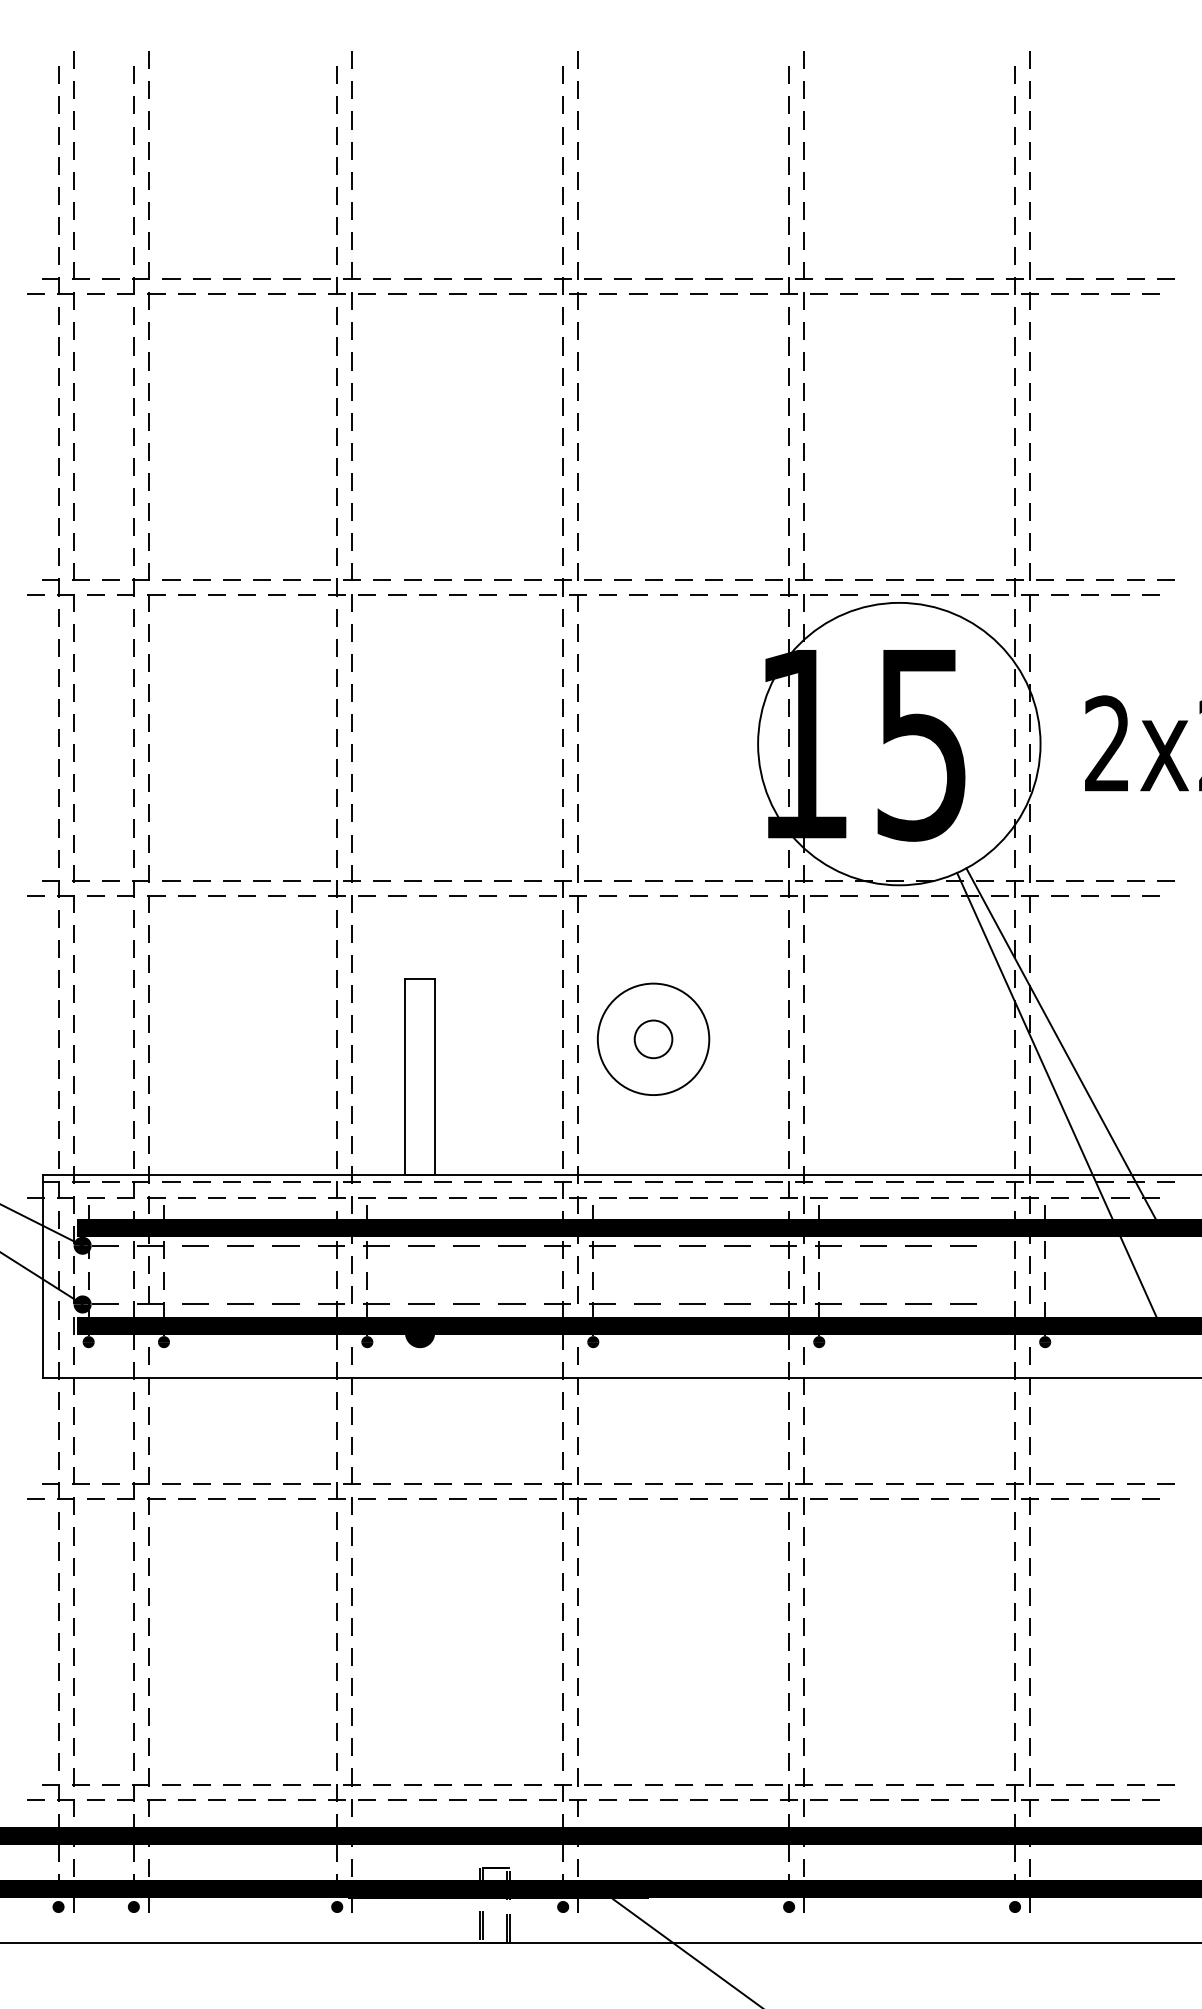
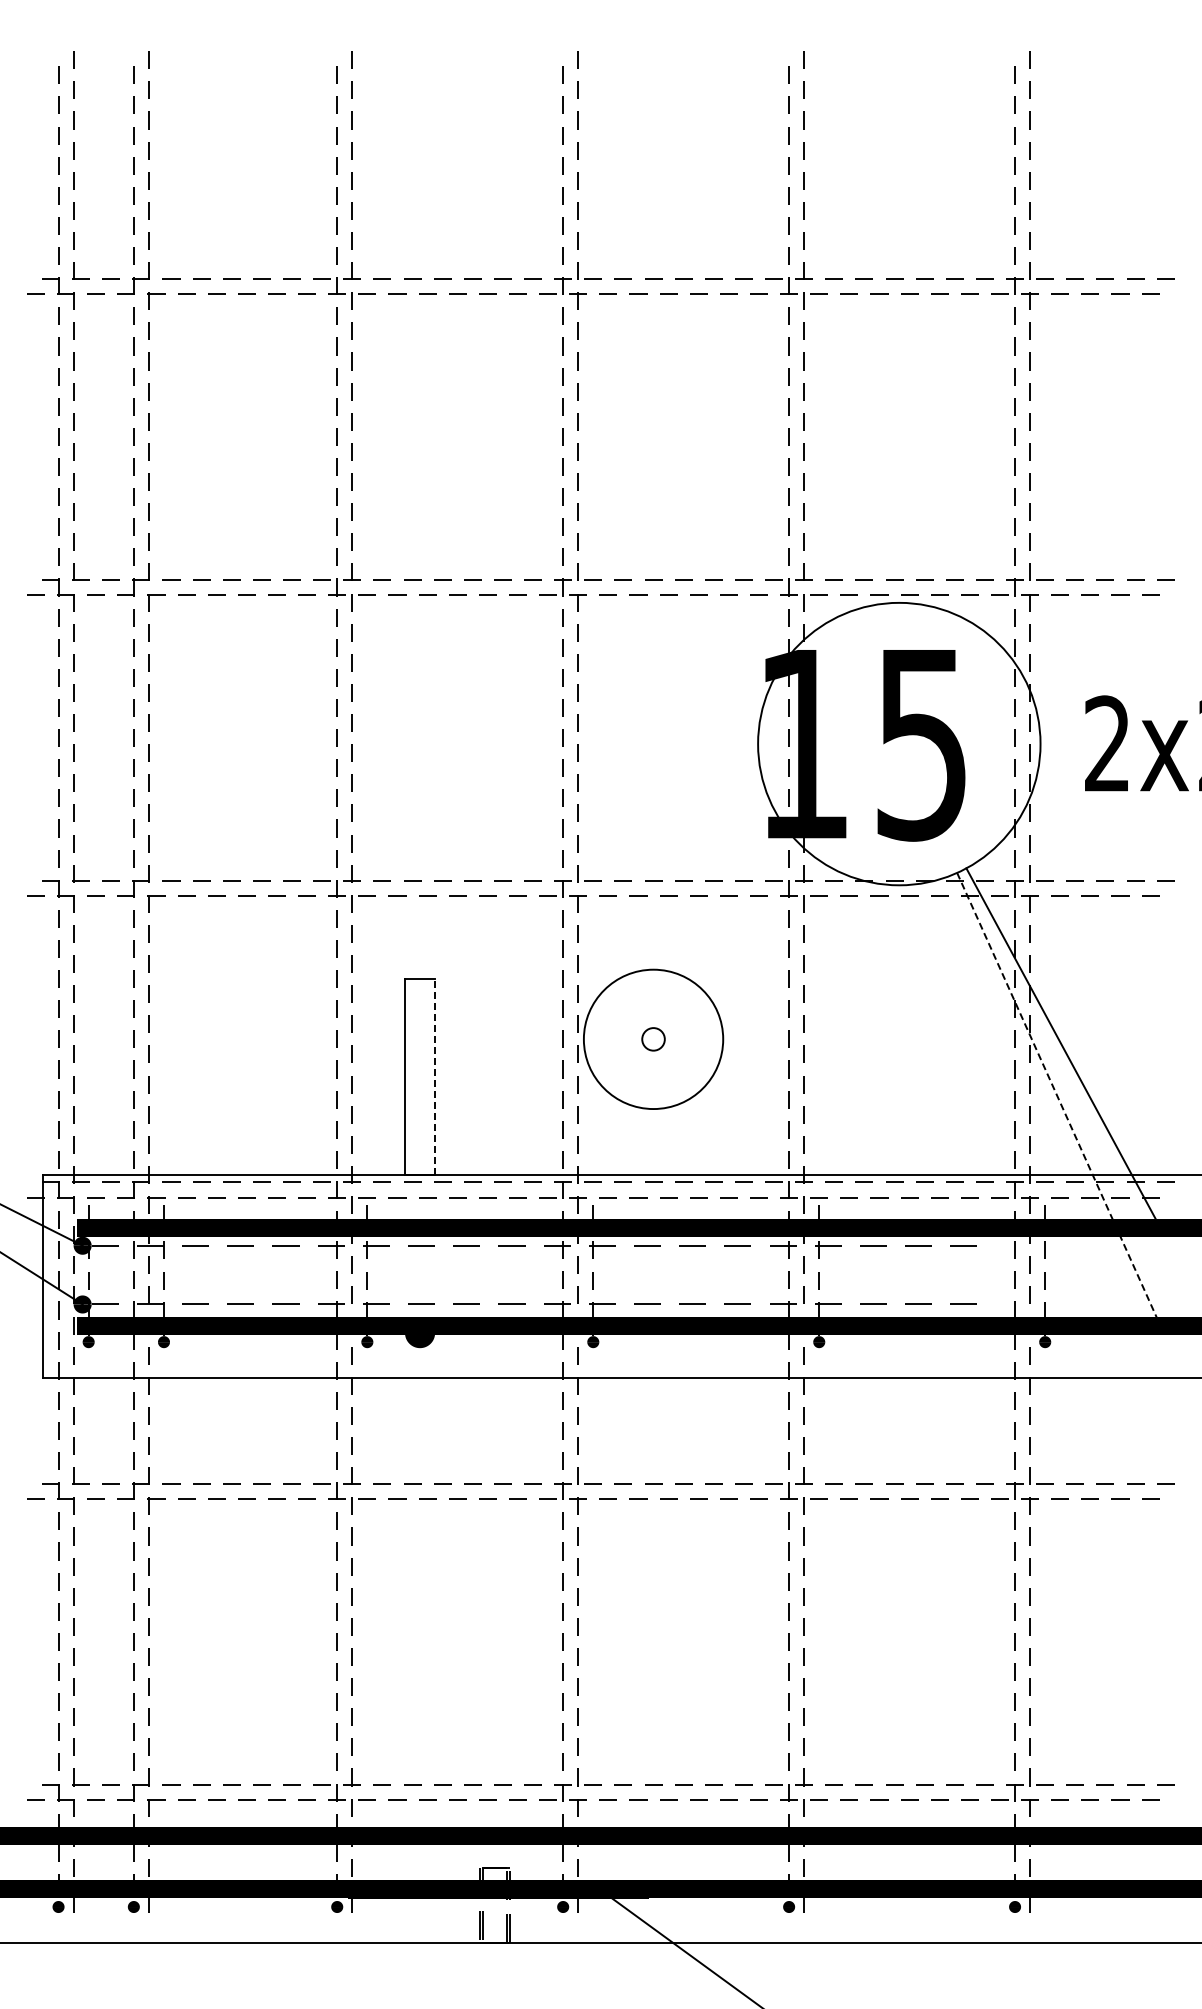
circle at (653, 1039) diameter: 111 px -> 139 px
circle at (653, 1039) diameter: 38 px -> 23 px
line at (435, 1077): solid -> dashed
line at (1058, 1099): solid -> dashed
